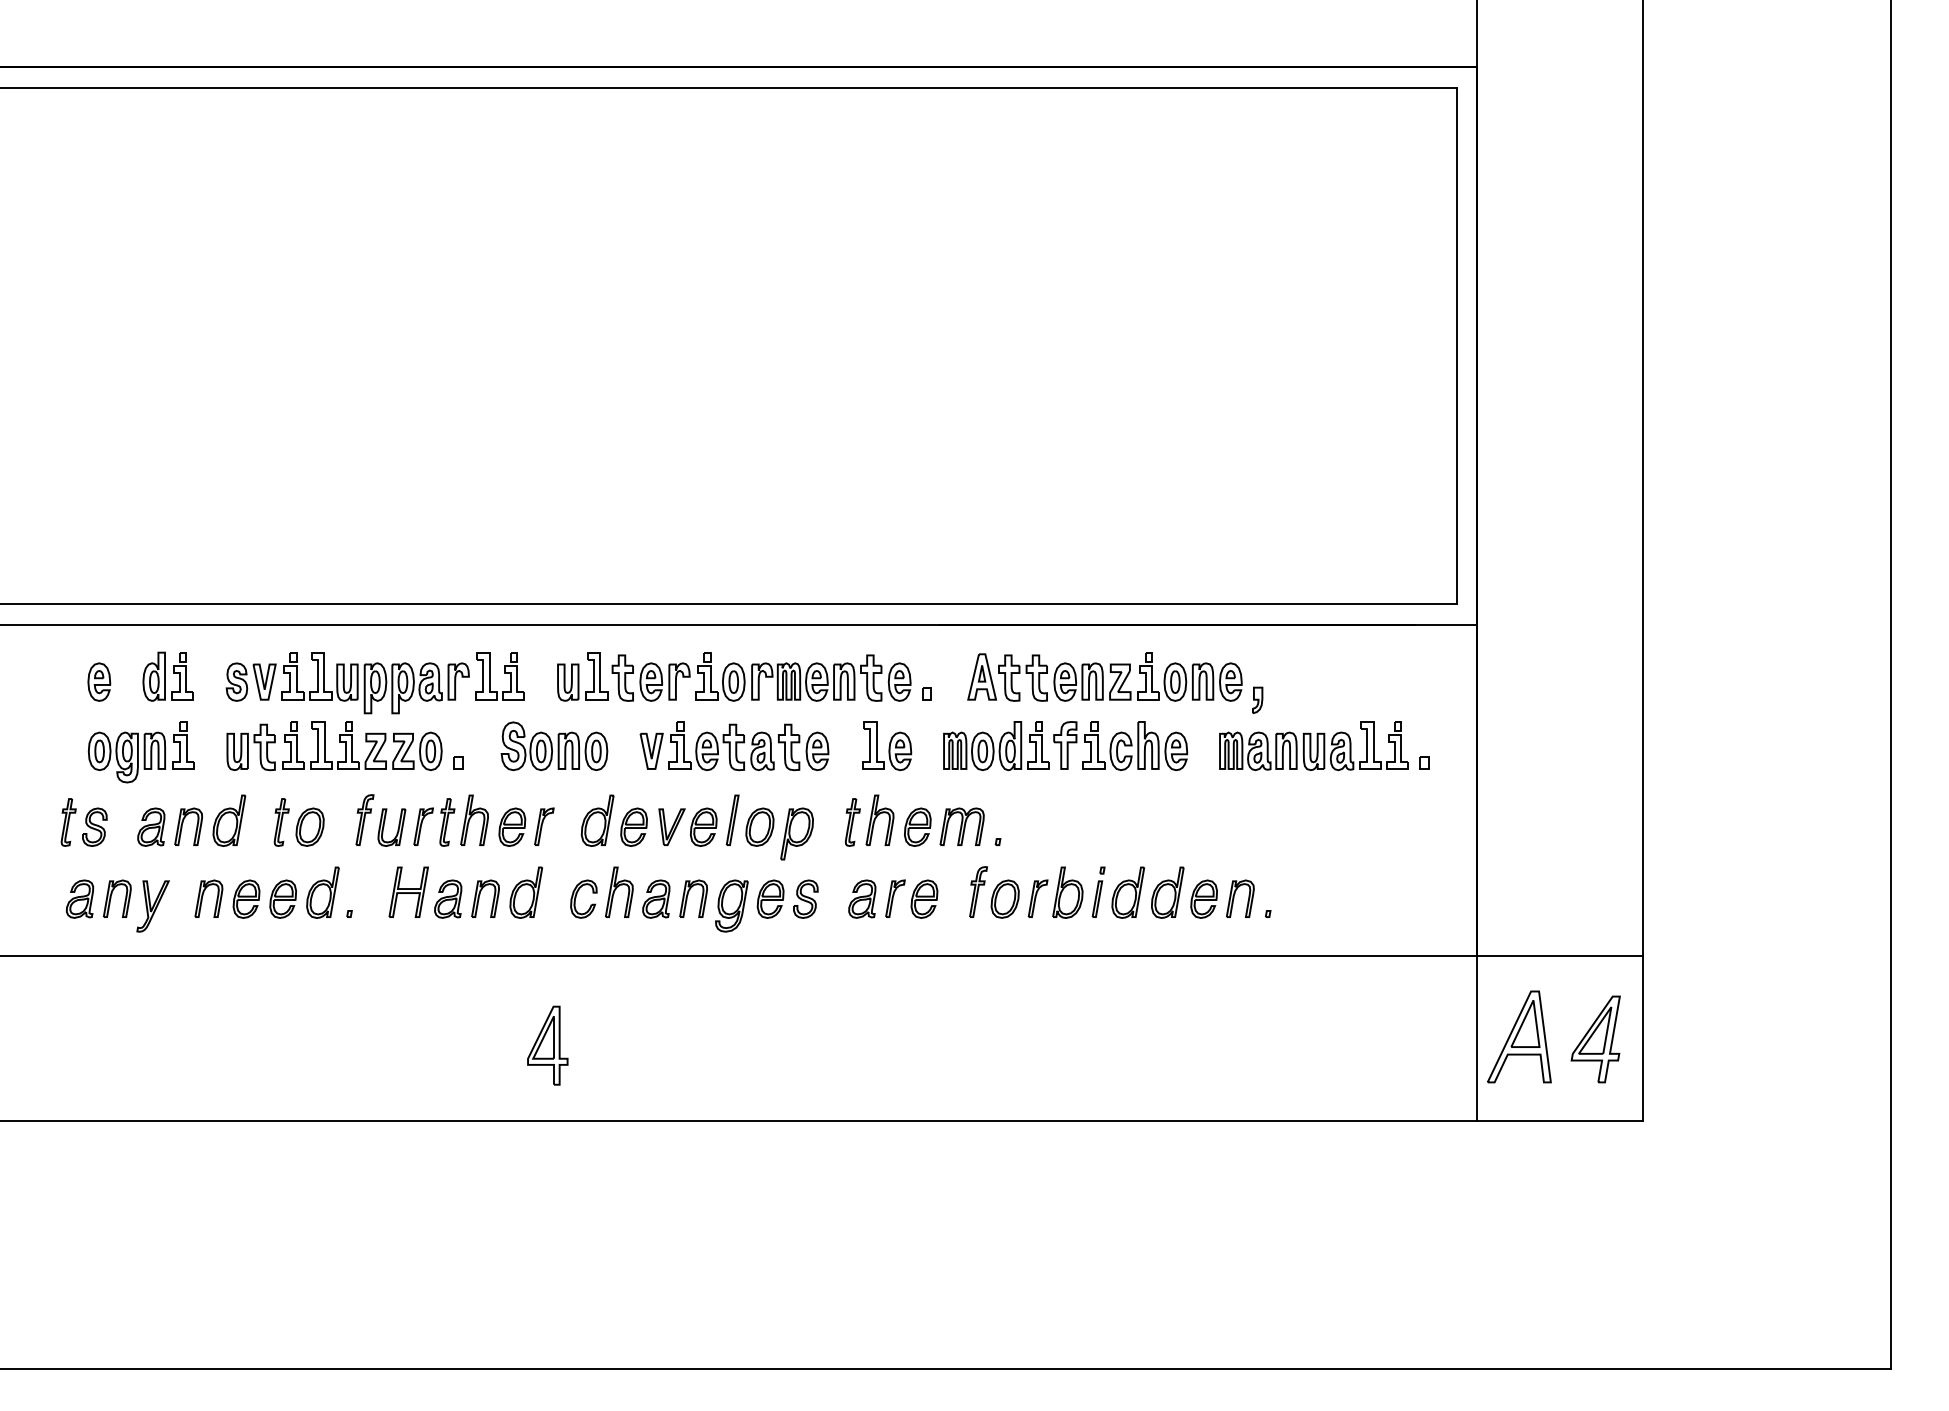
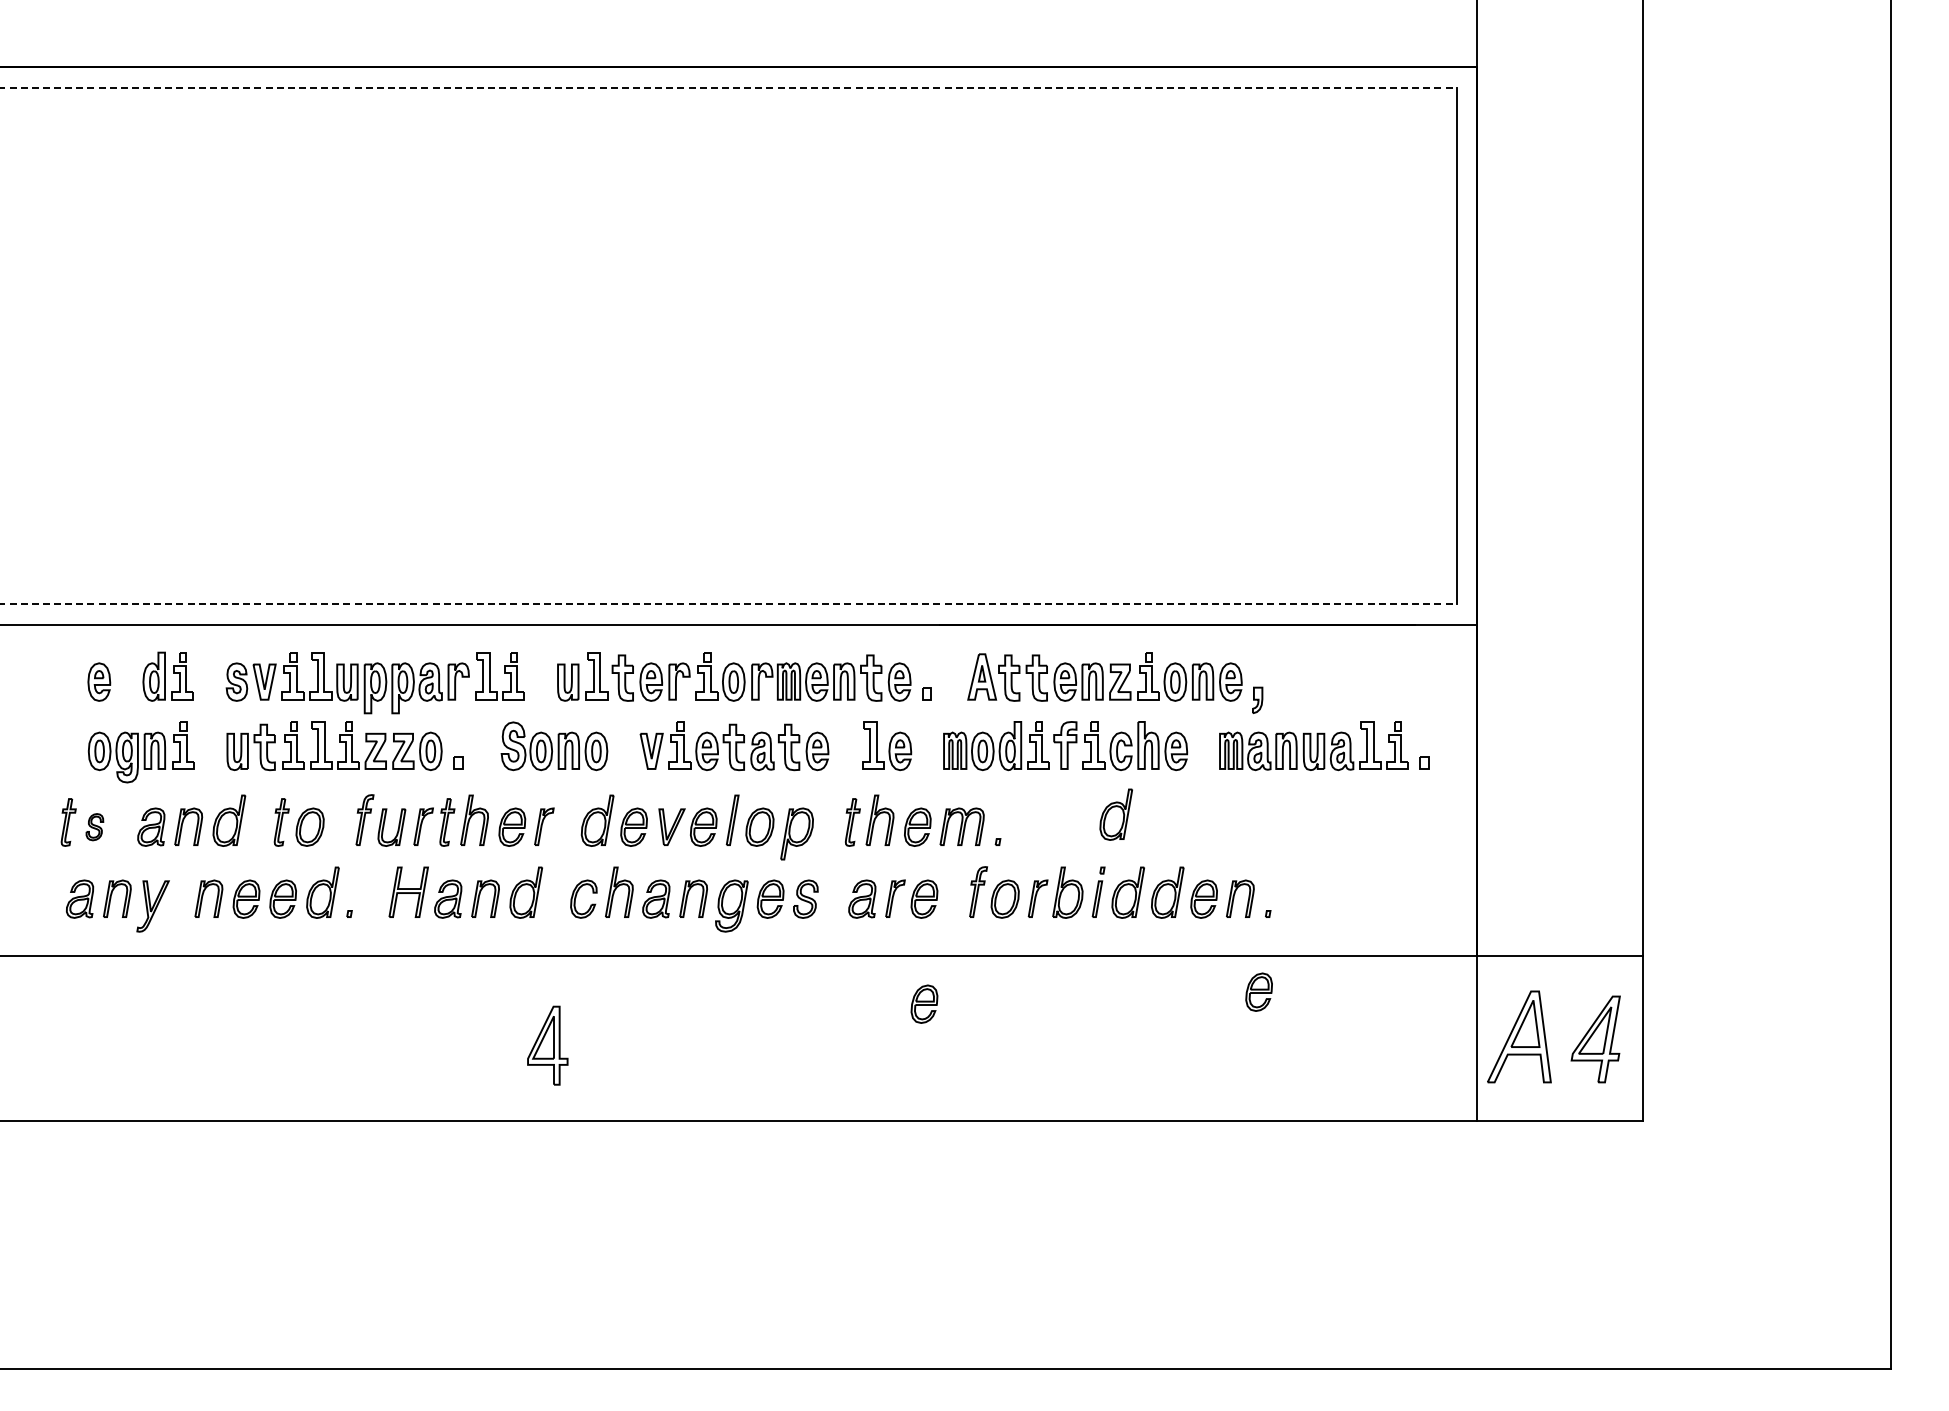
line at (728, 87): solid -> dashed
line at (728, 604): solid -> dashed
part at (1115, 814): none -> present
part at (94, 826) size: 26x40 px -> 20x29 px
part at (1258, 991): none -> present
part at (924, 1003): none -> present
